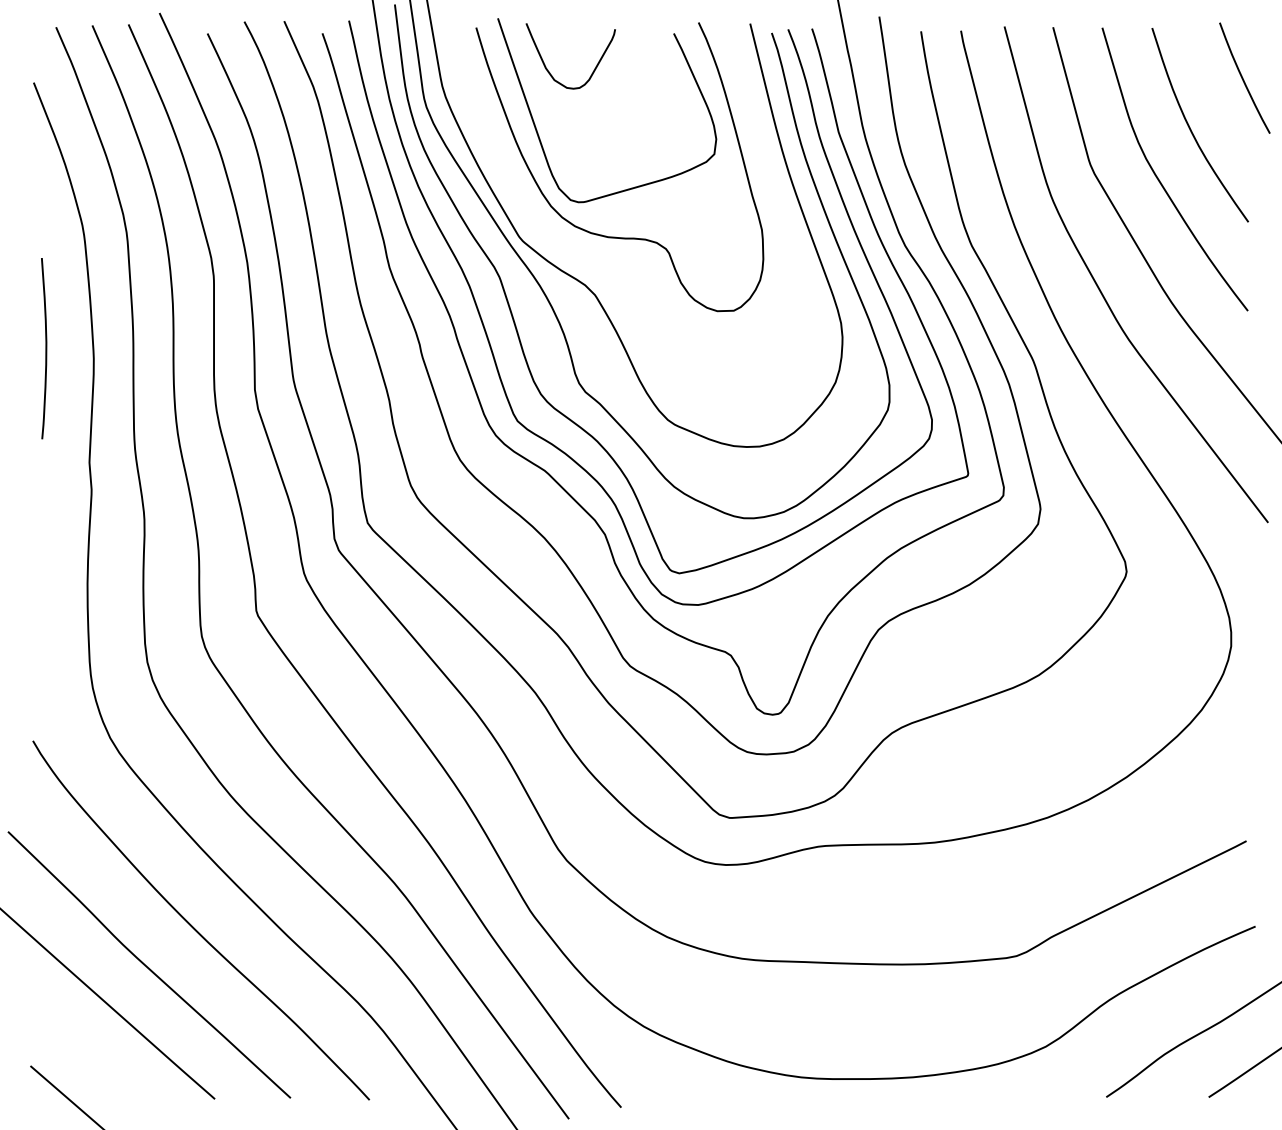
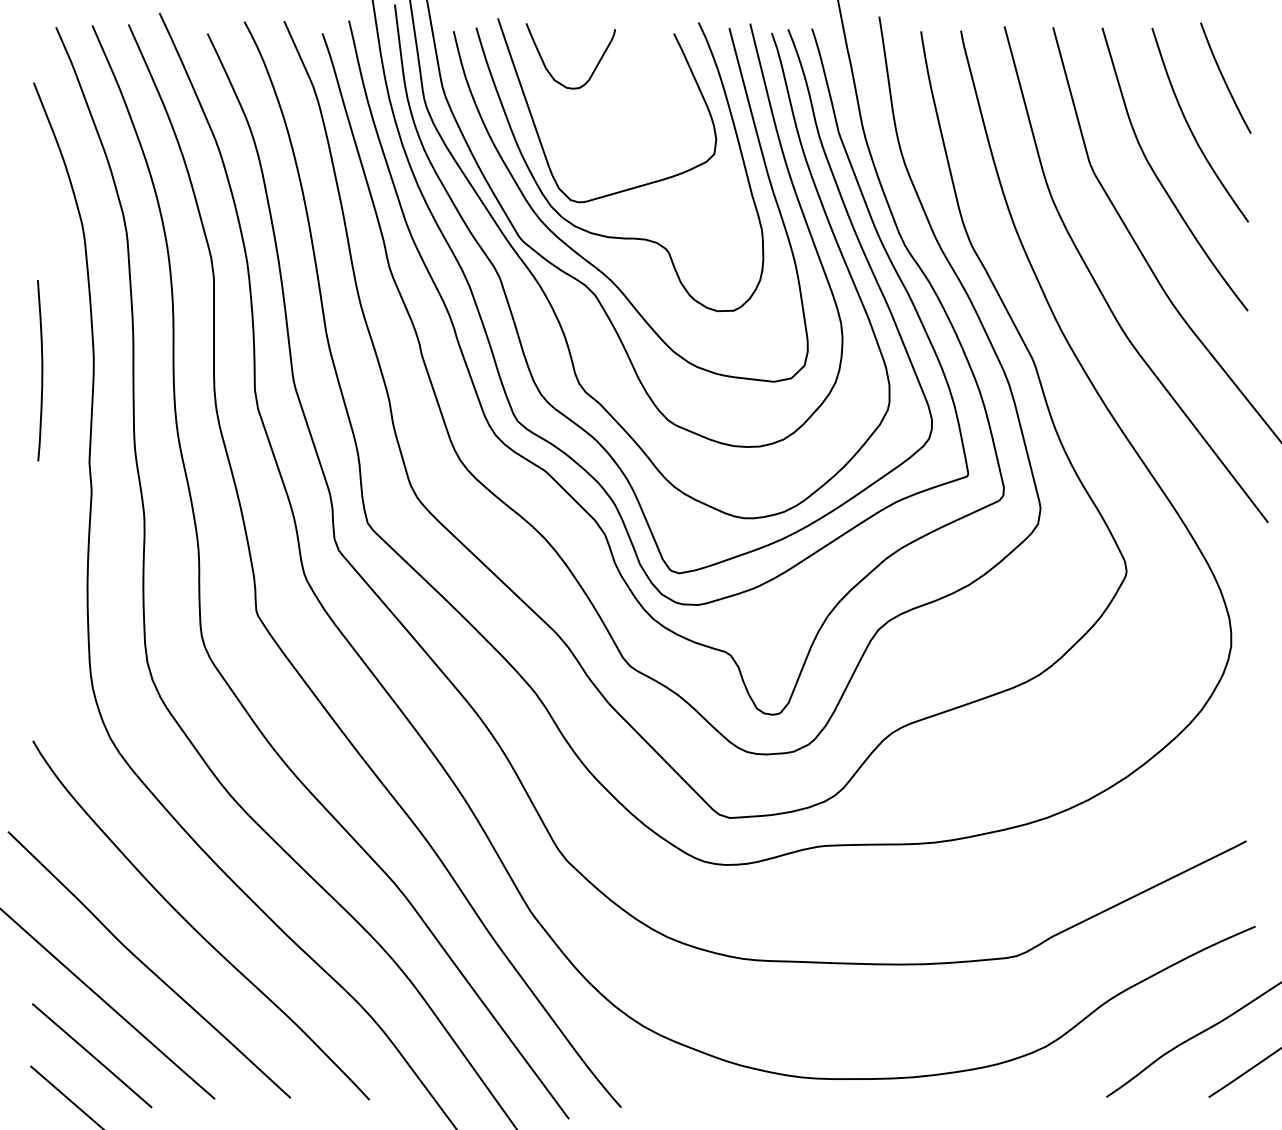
curve at (1243, 77) position: (1243, 77) -> (1224, 77)
curve at (589, 261): none -> present
curve at (45, 348) position: (45, 348) -> (41, 370)
line at (92, 1055): none -> present
